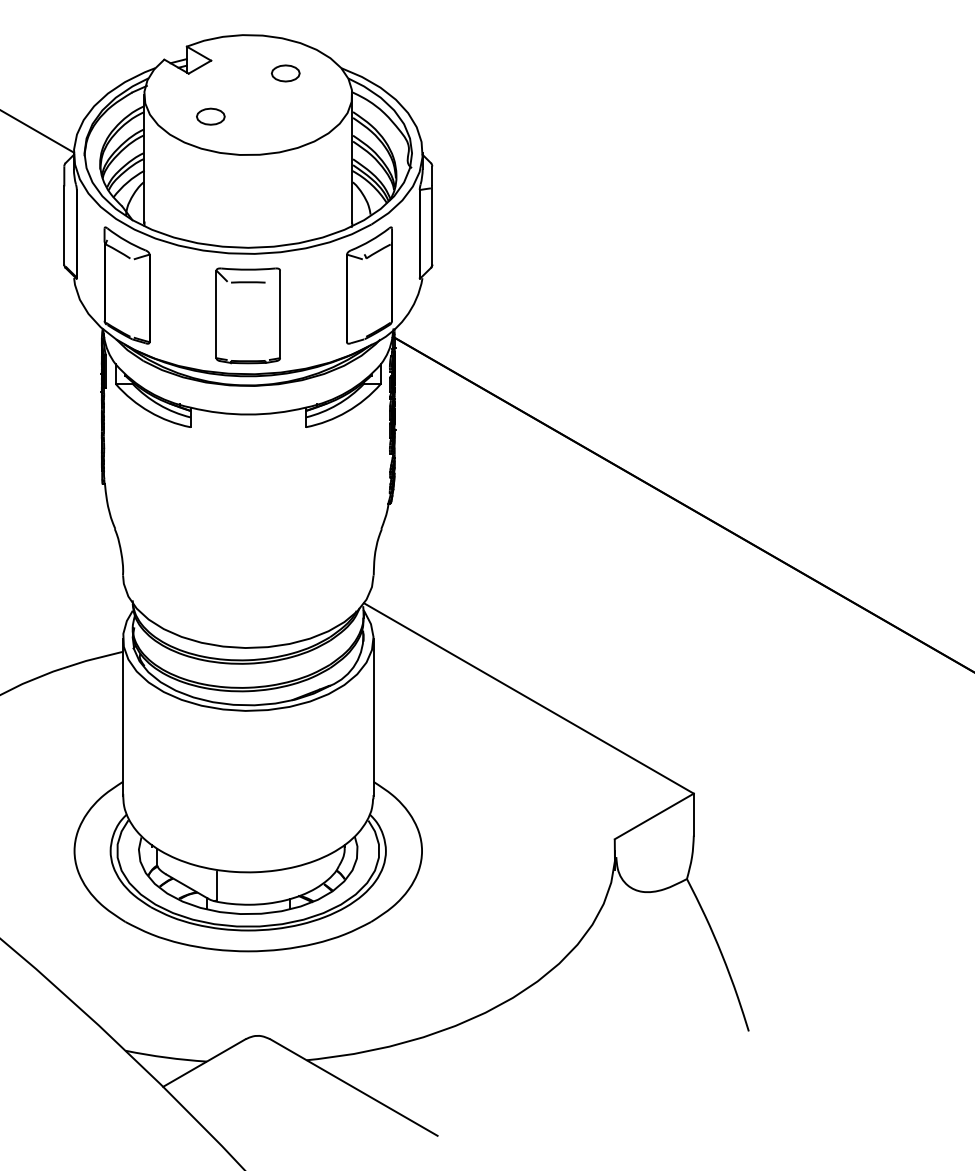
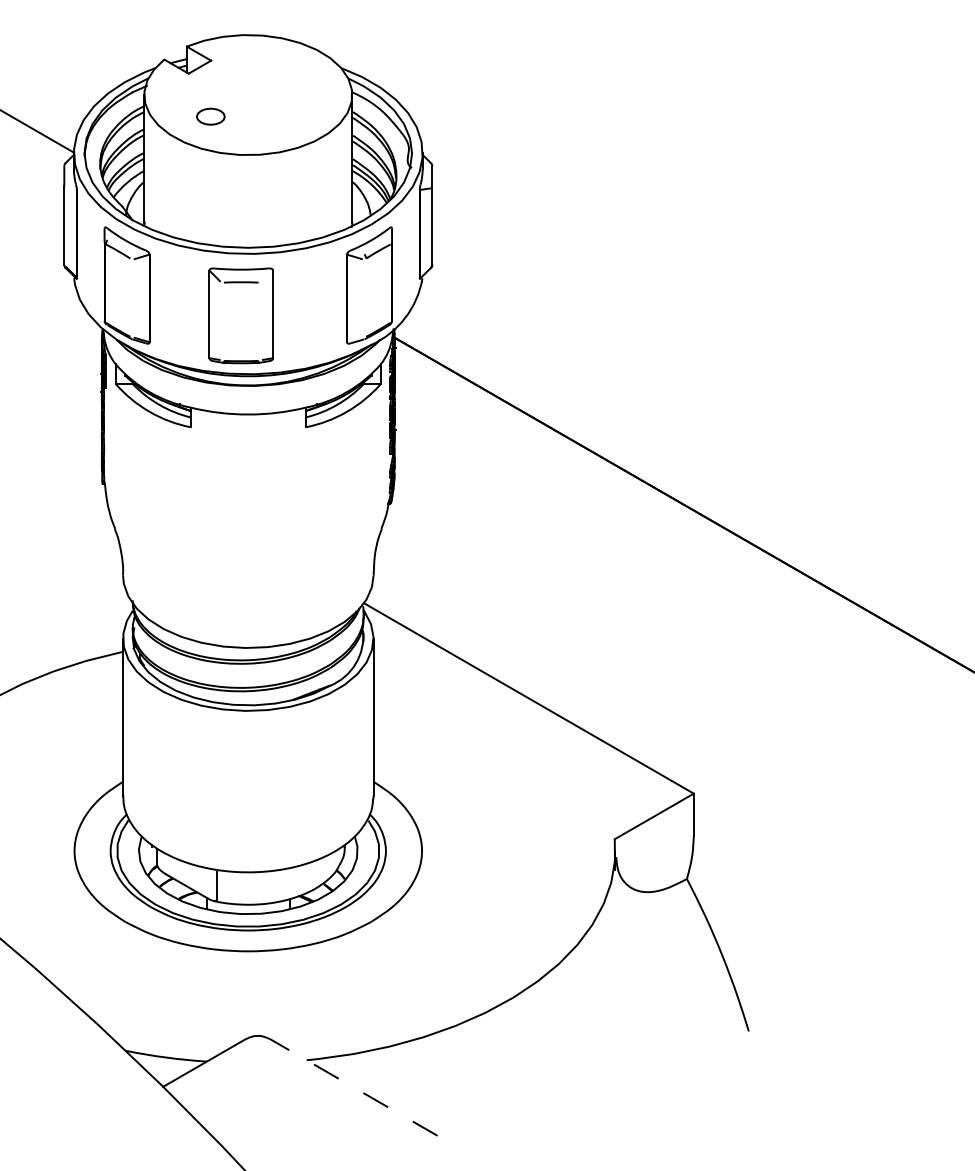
part at (285, 73): present -> none
part at (247, 315) position: (247, 315) -> (240, 315)
line at (353, 1087): solid -> dashed
